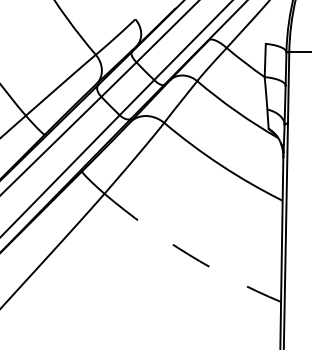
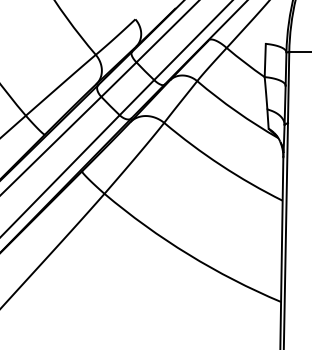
arc at (188, 254): dashed -> solid
